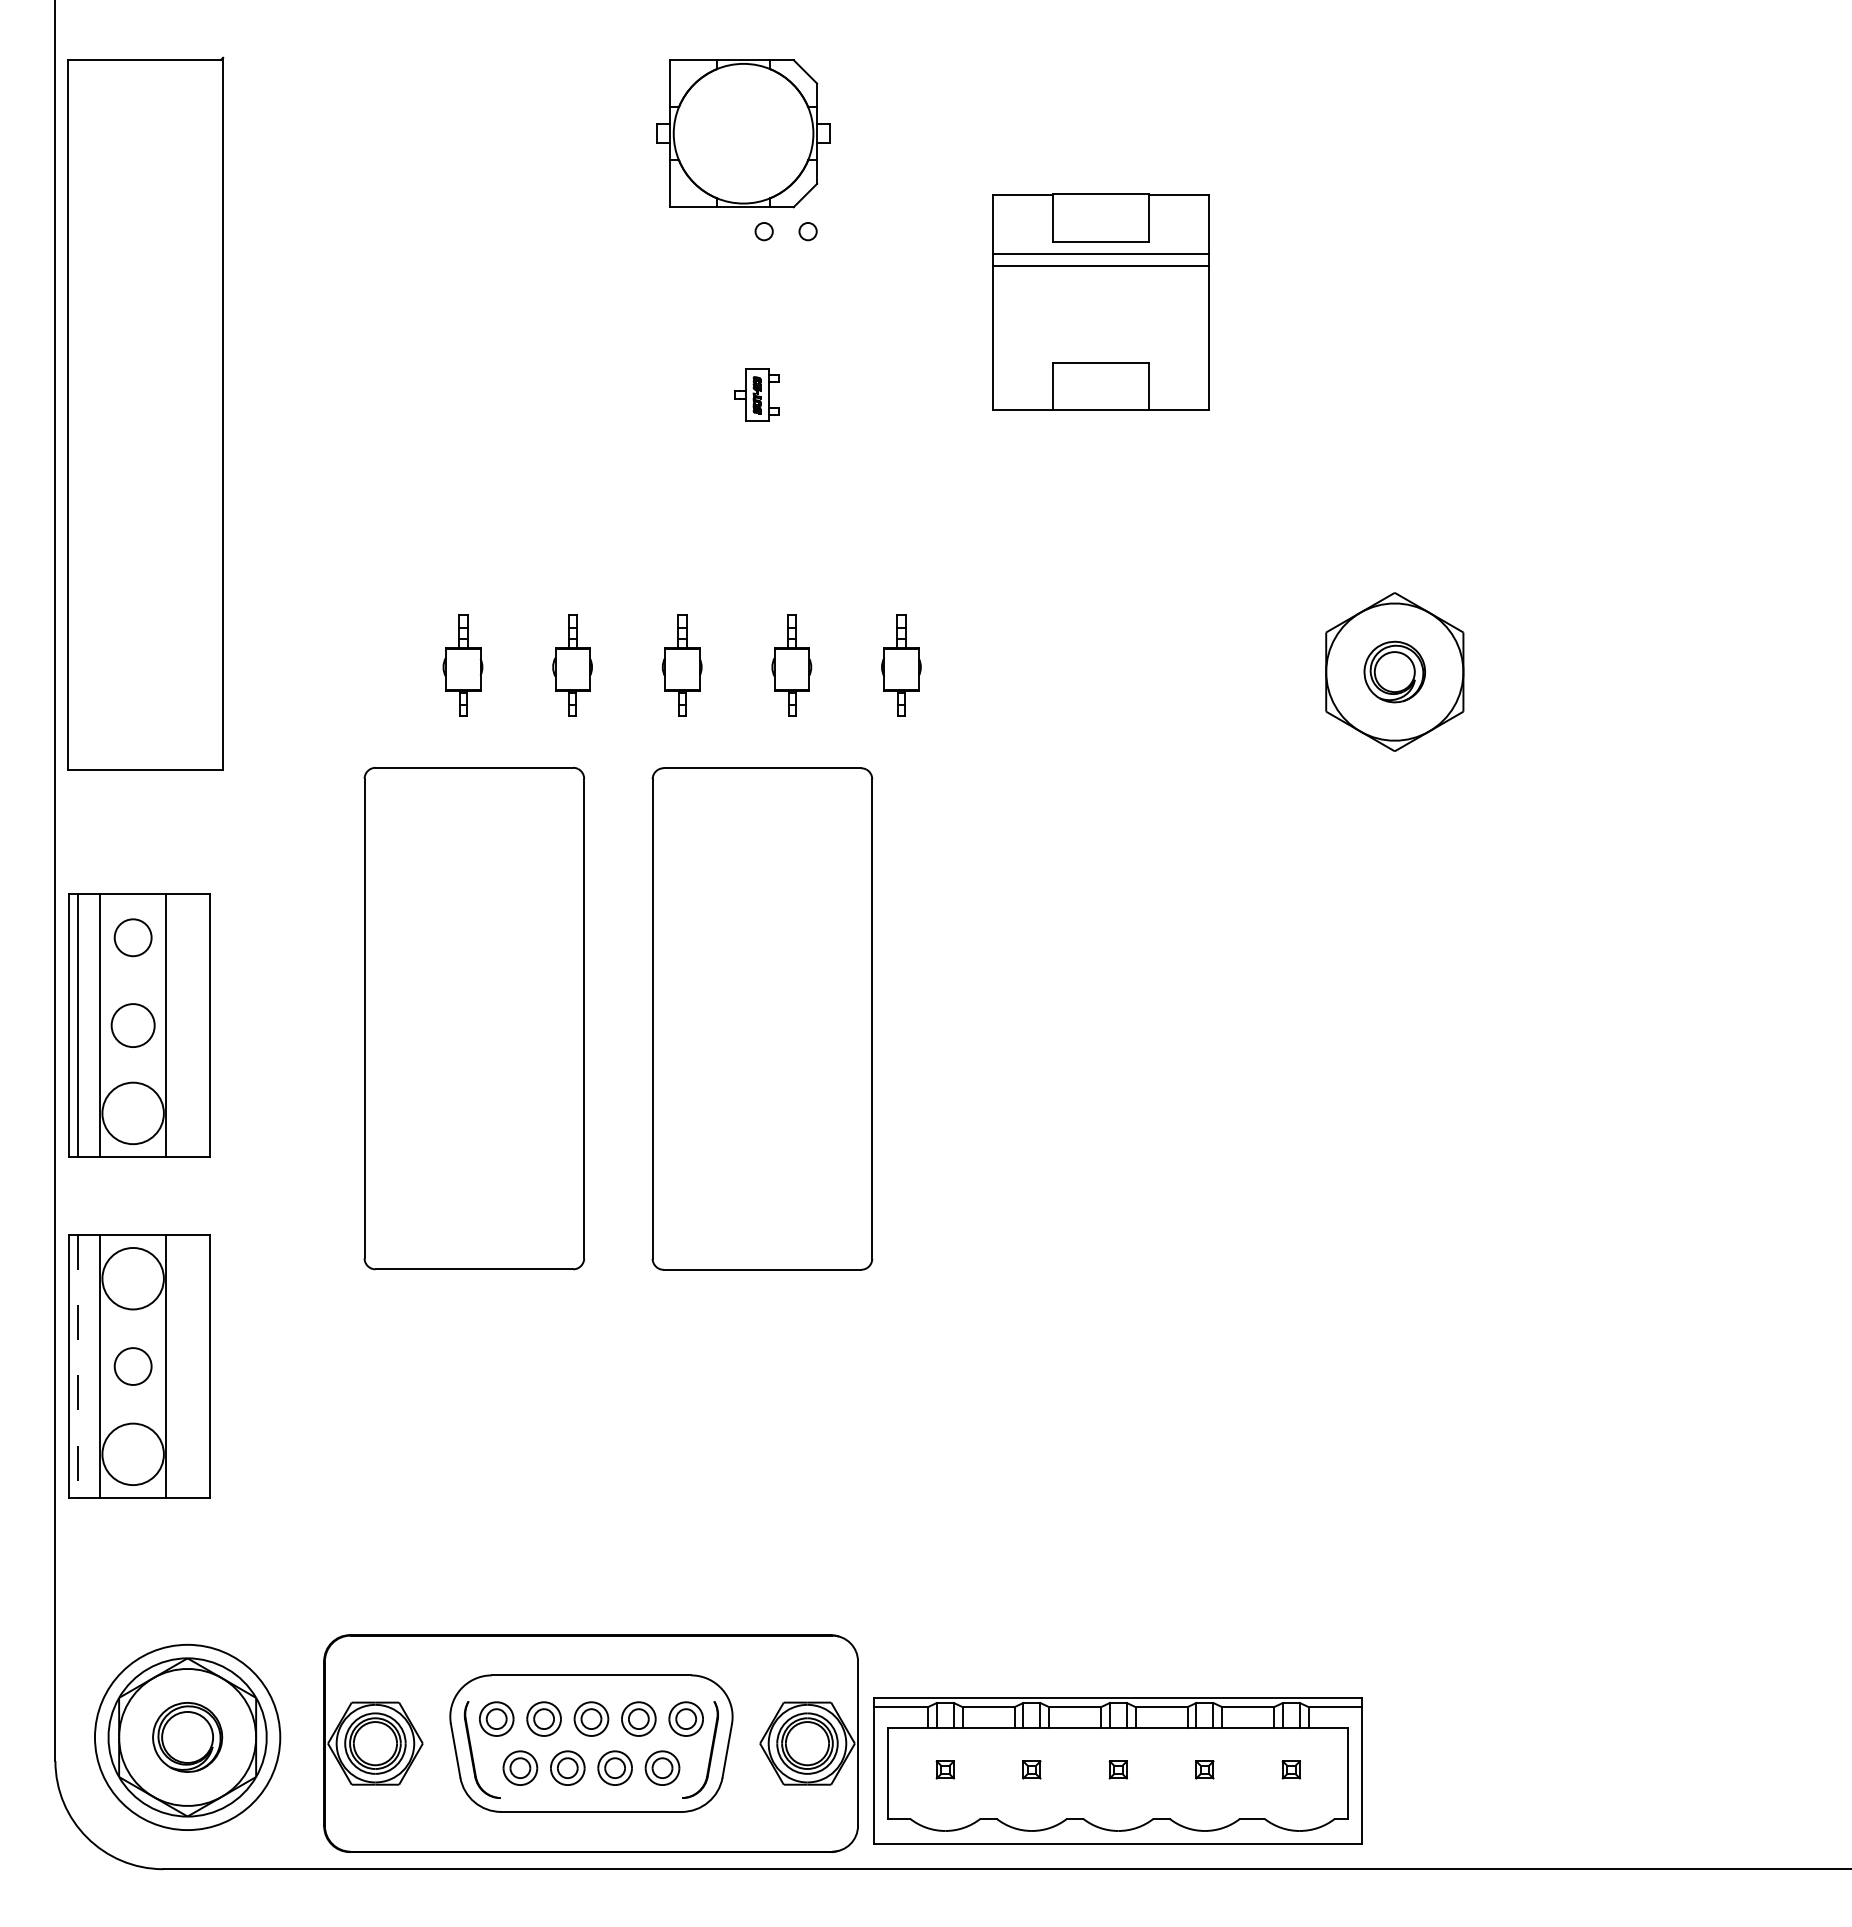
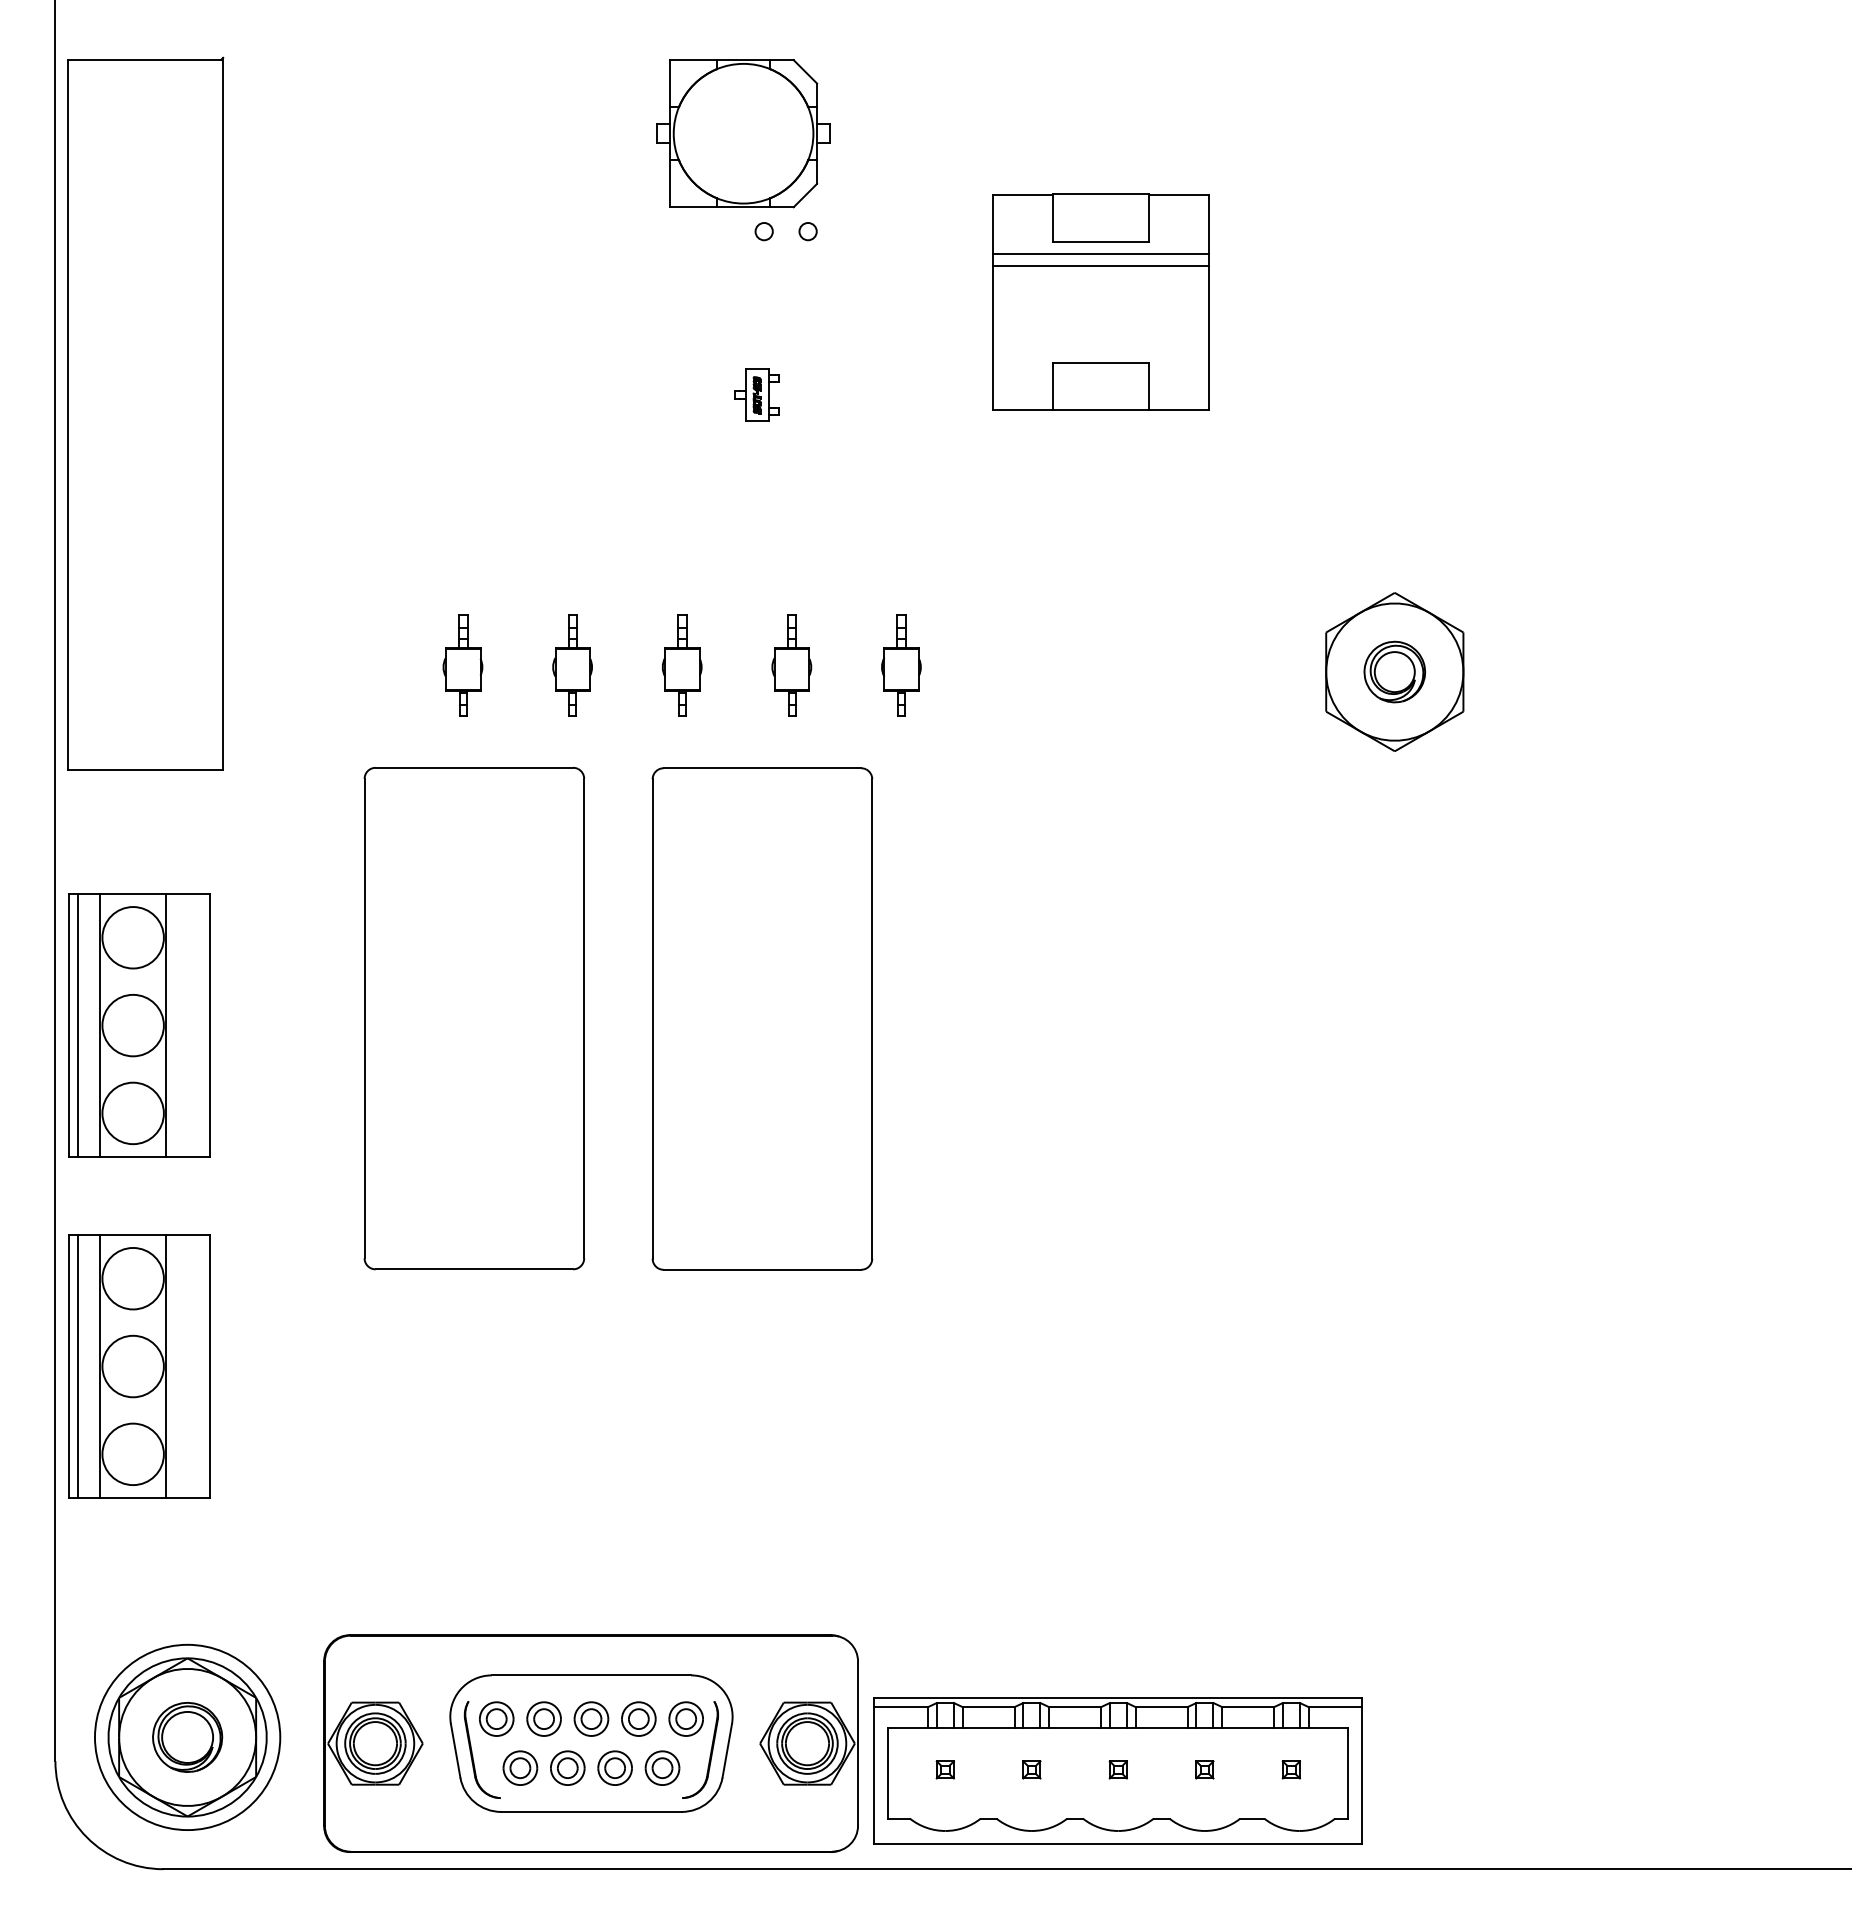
circle at (132, 937) diameter: 37 px -> 61 px
circle at (132, 1025) diameter: 43 px -> 61 px
line at (78, 1366): dashed -> solid
circle at (132, 1366) diameter: 37 px -> 61 px
